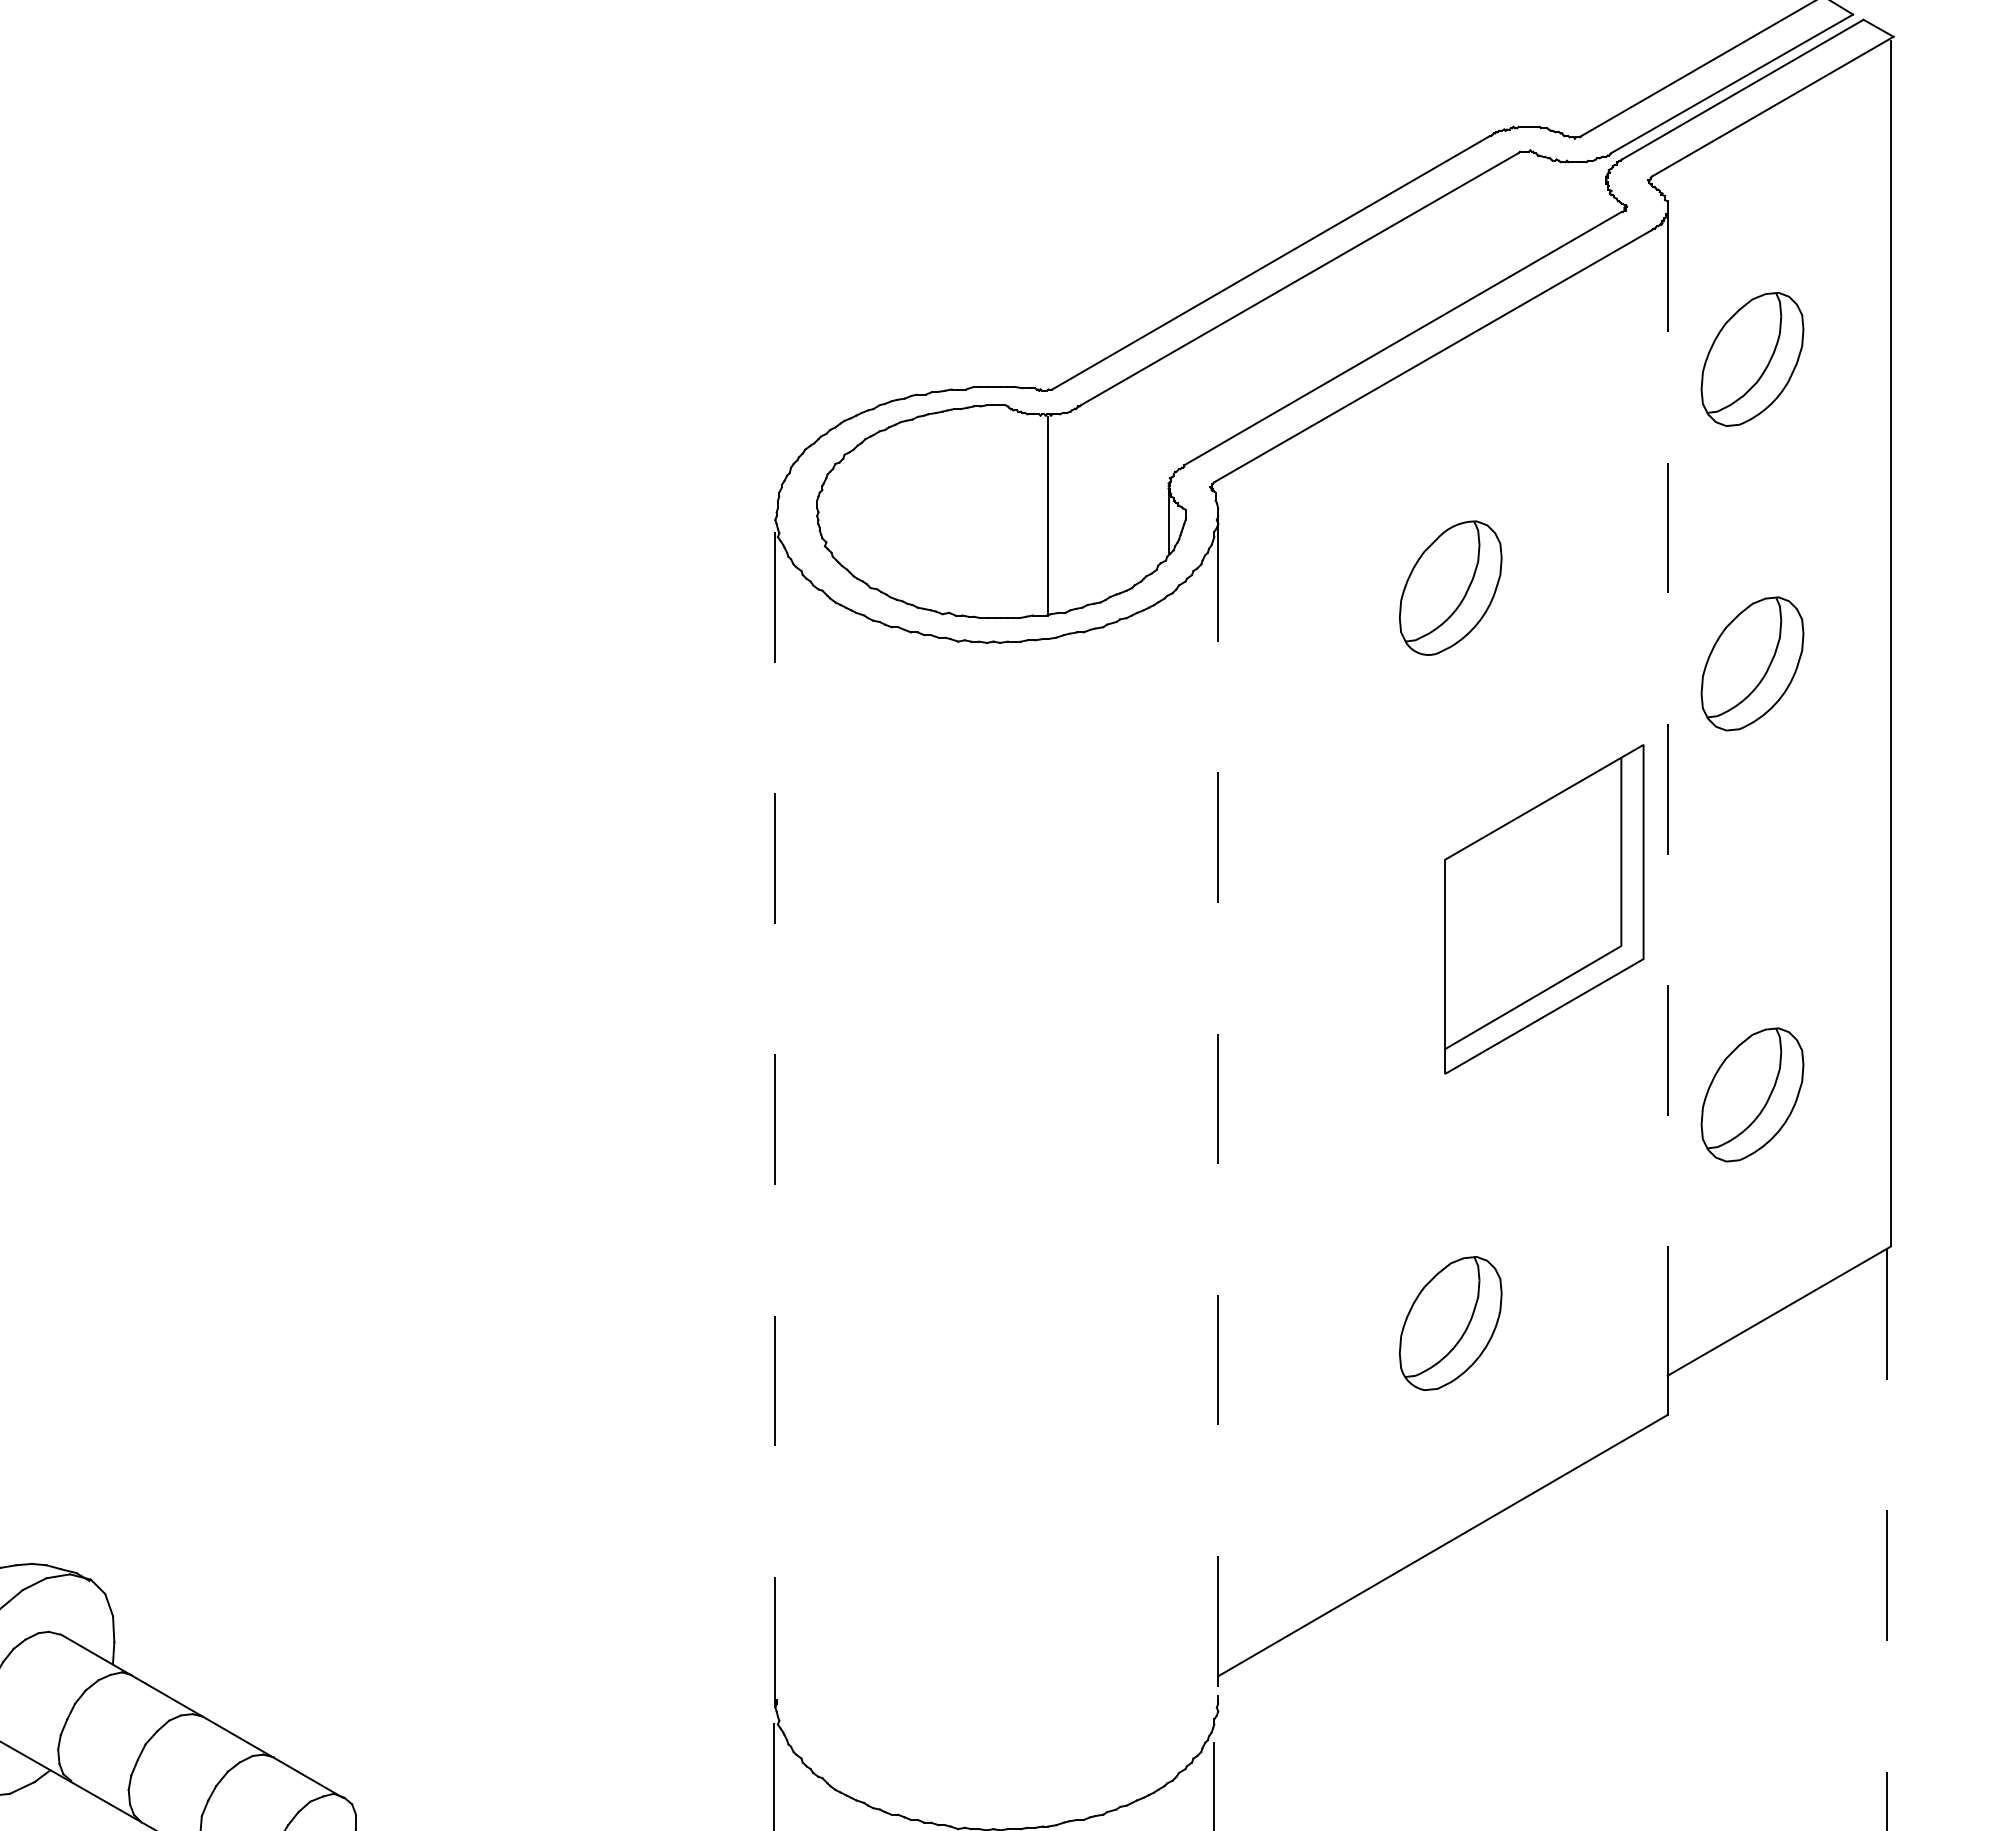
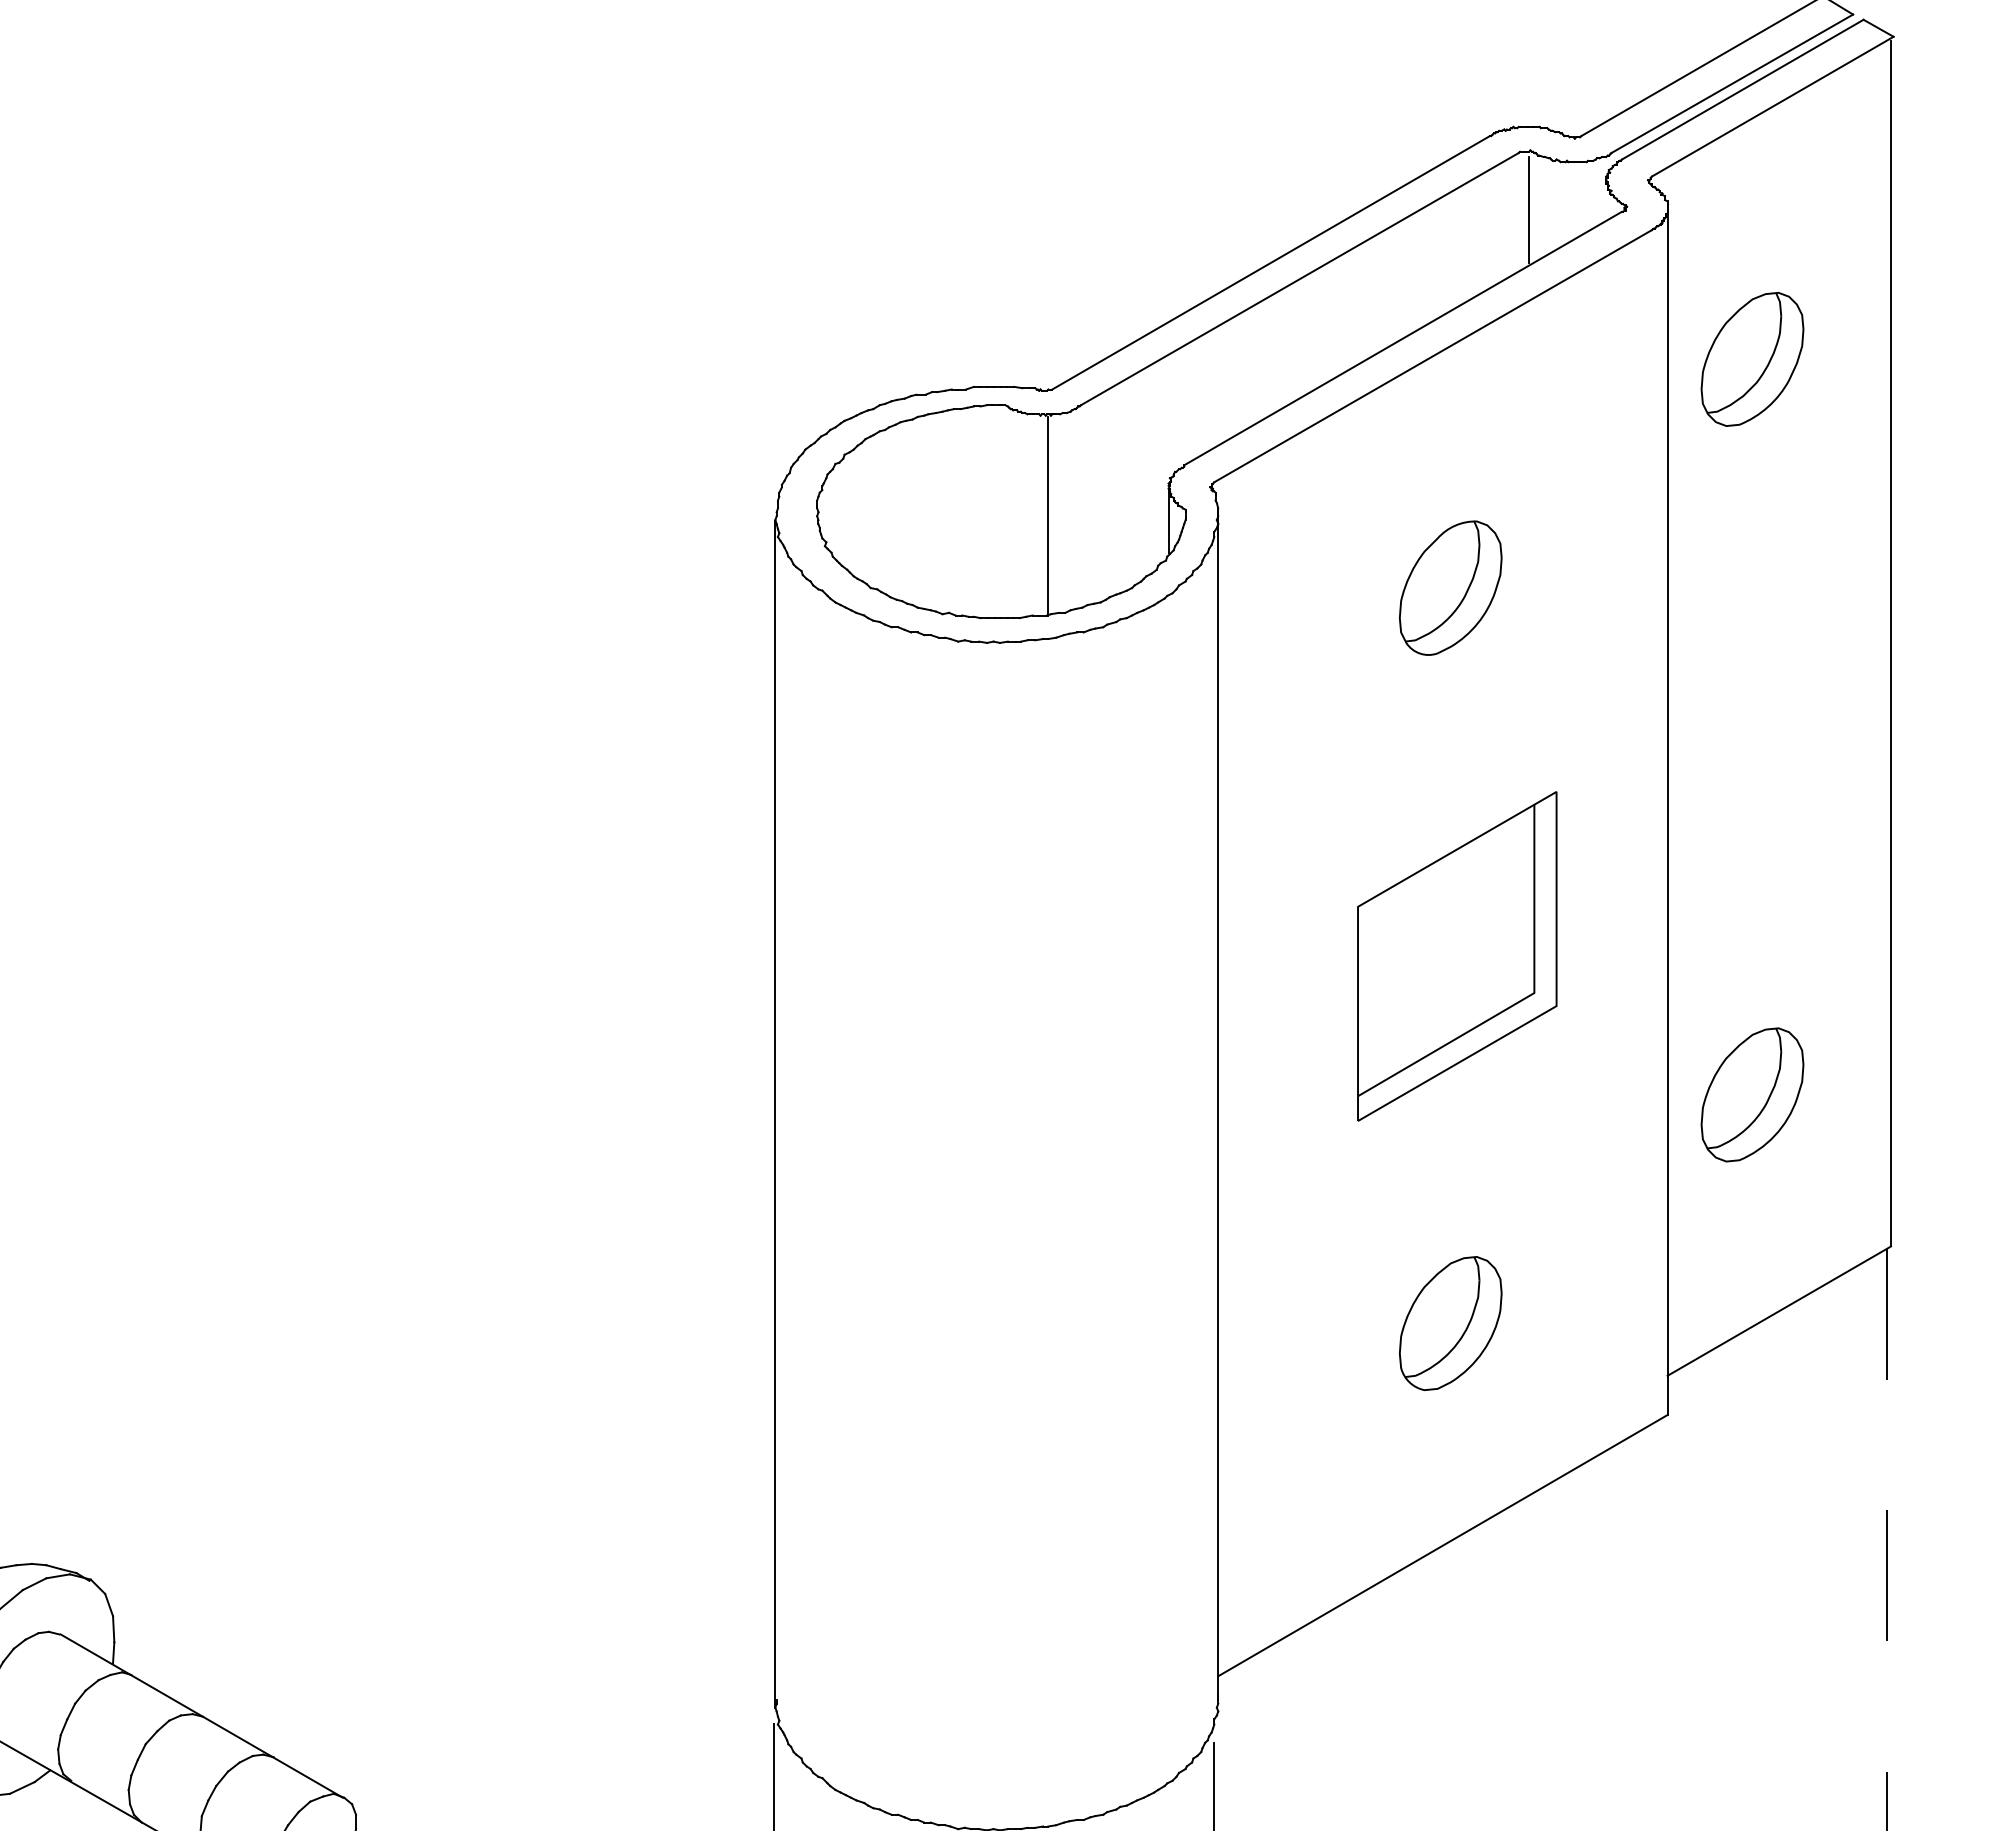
line at (1529, 209): none -> present
part at (1752, 663): present -> none
line at (1667, 793): dashed -> solid
part at (1544, 909) position: (1544, 909) -> (1457, 956)
line at (1218, 1103): dashed -> solid
line at (775, 1114): dashed -> solid
